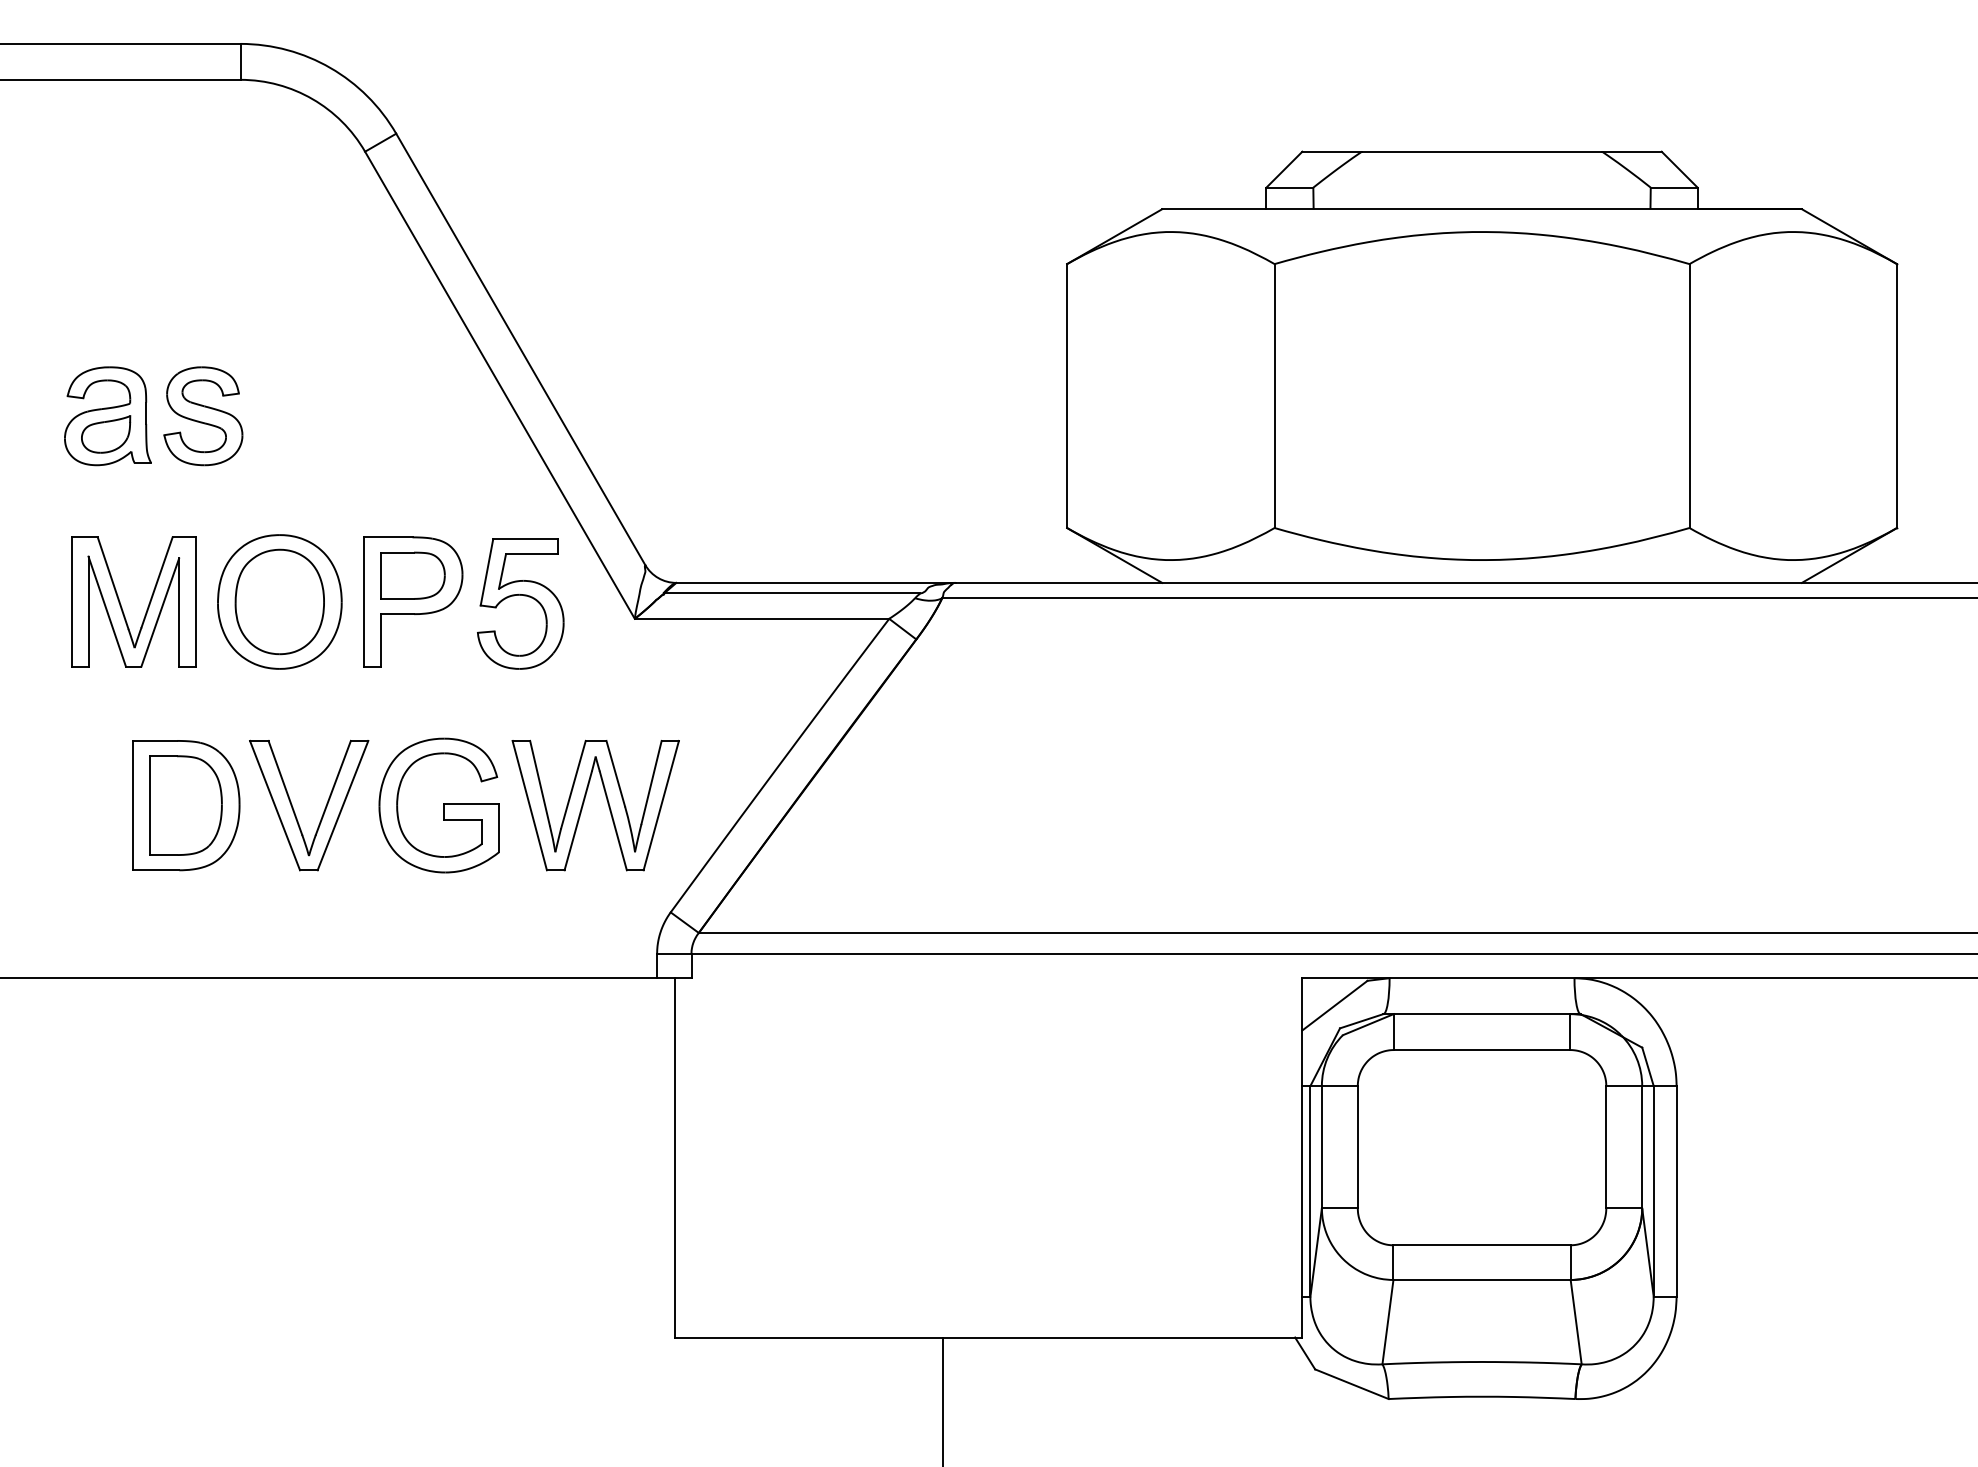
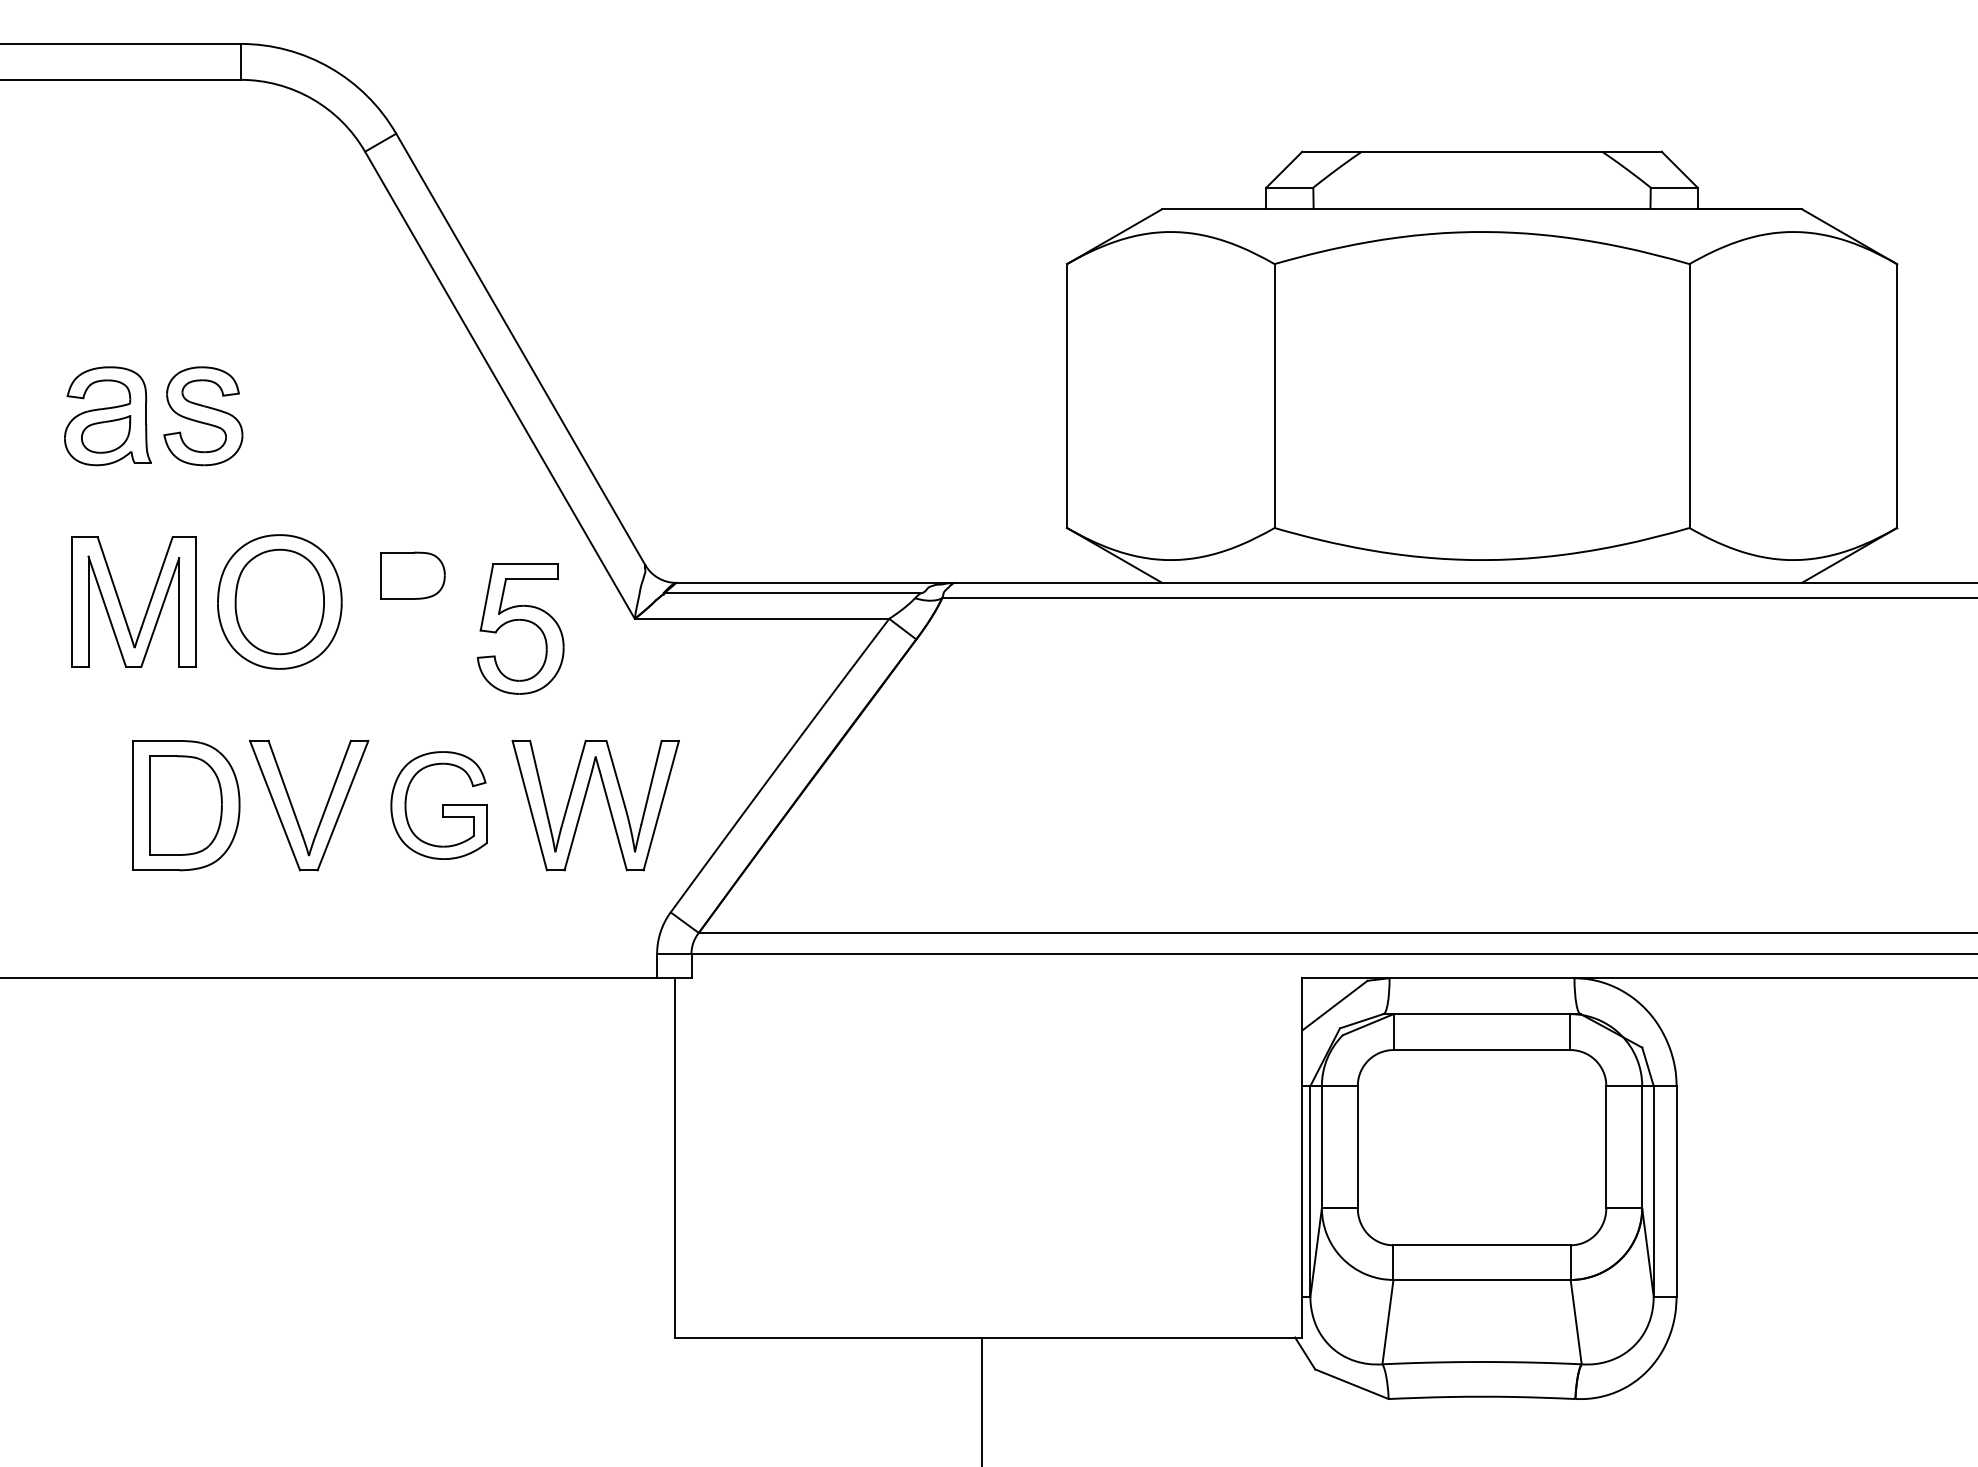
part at (520, 595) position: (520, 595) -> (520, 620)
part at (413, 601): present -> none
part at (438, 805) size: 122x137 px -> 98x109 px
line at (943, 1400) position: (943, 1400) -> (982, 1400)
